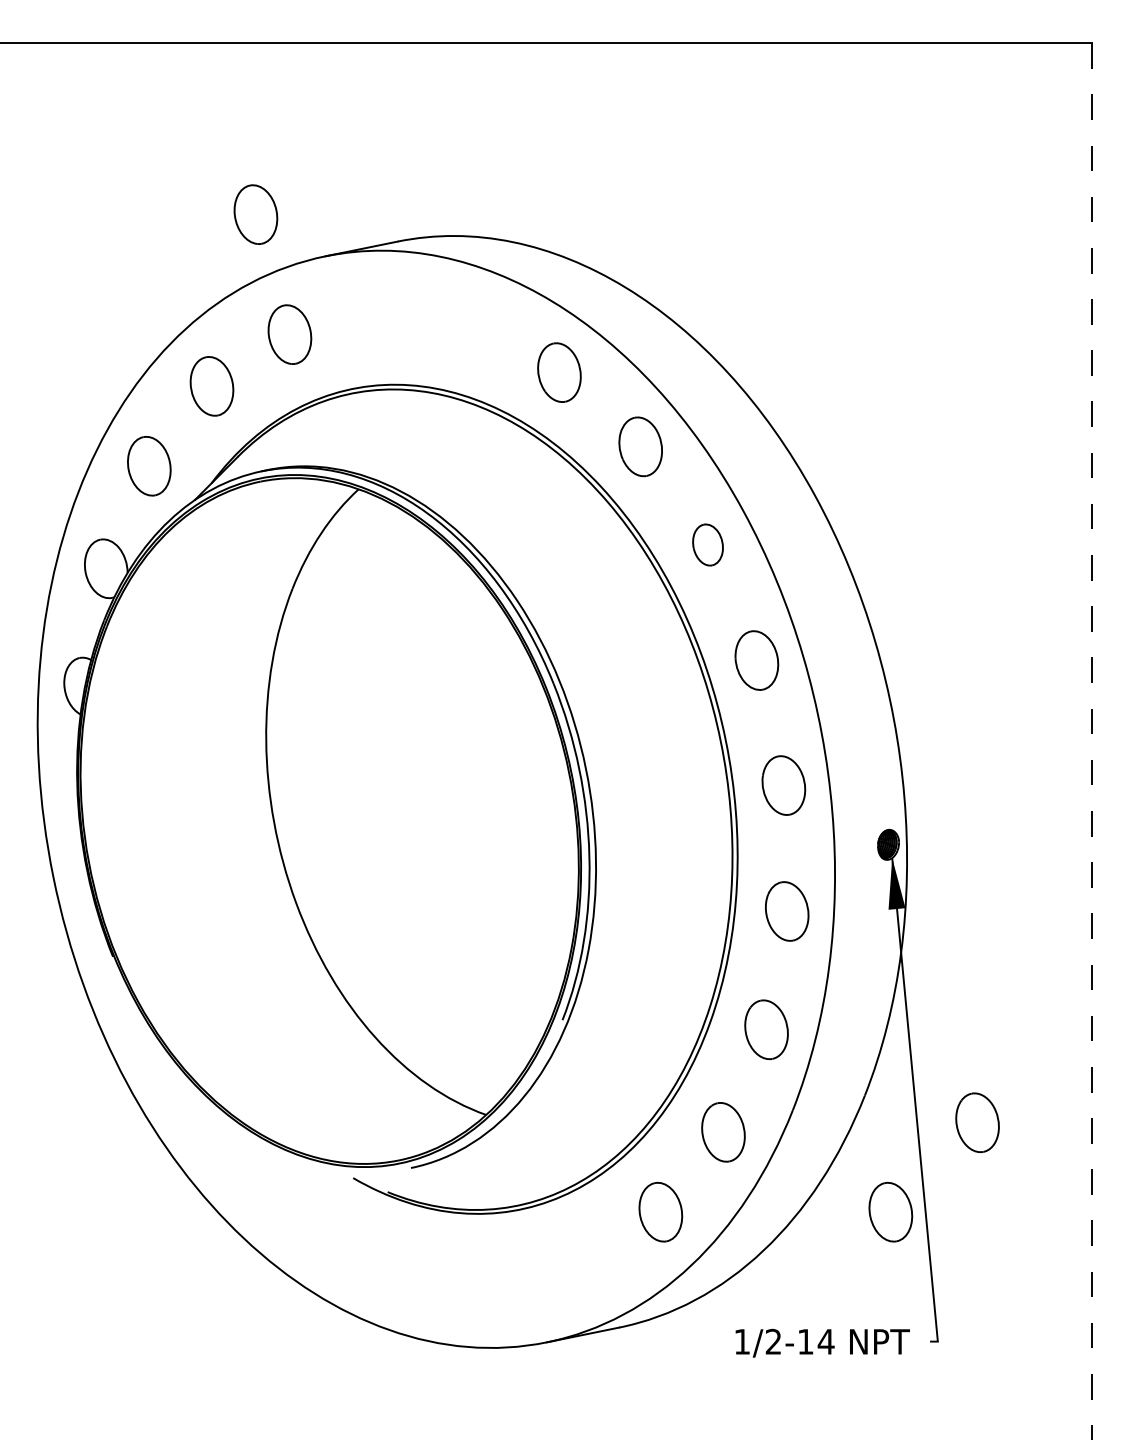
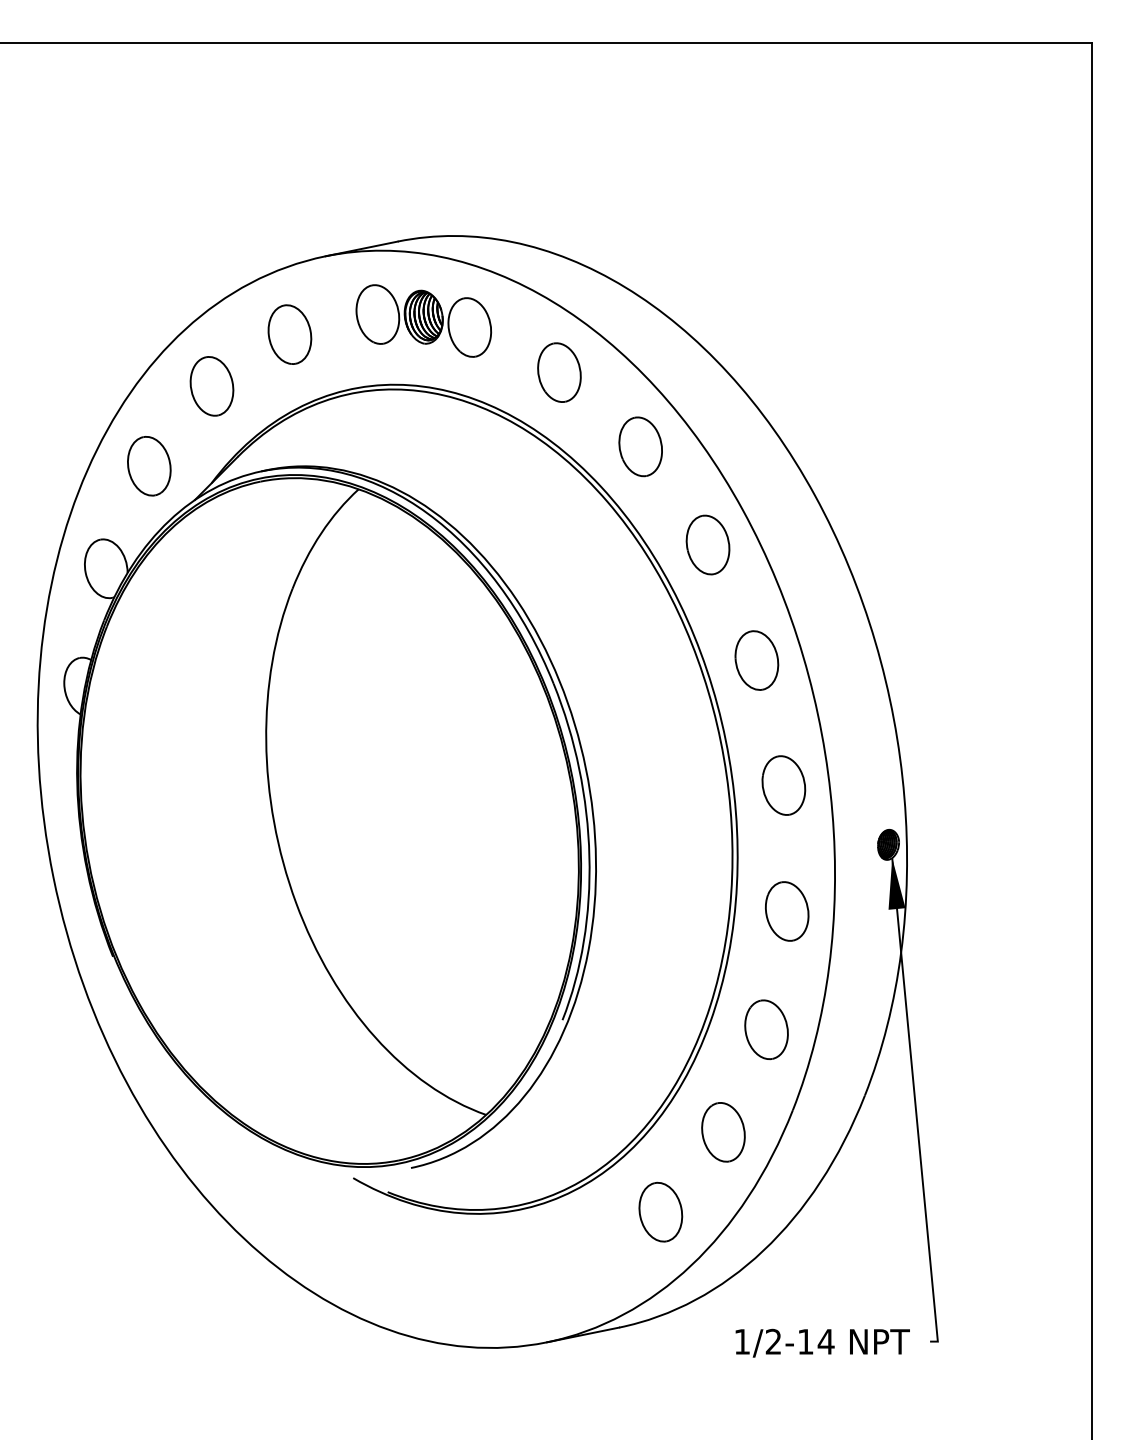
part at (255, 214): present -> none
part at (423, 320): none -> present
part at (707, 544) size: 32x44 px -> 46x62 px
line at (1092, 742): dashed -> solid
part at (977, 1122): present -> none
part at (890, 1211): present -> none
